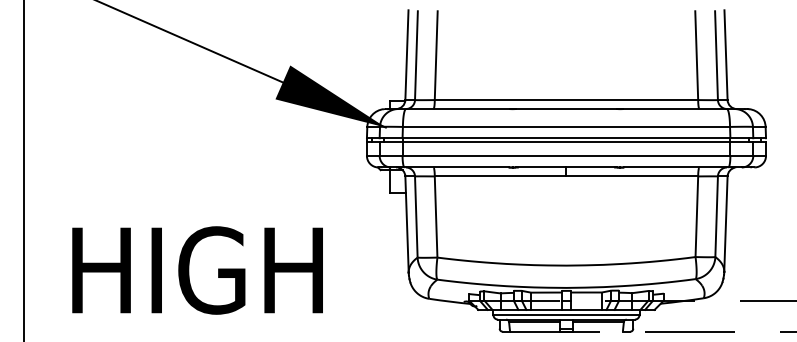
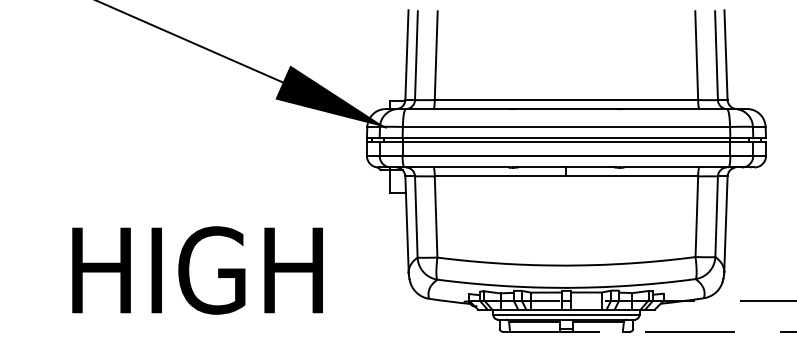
line at (23, 170): present -> none
